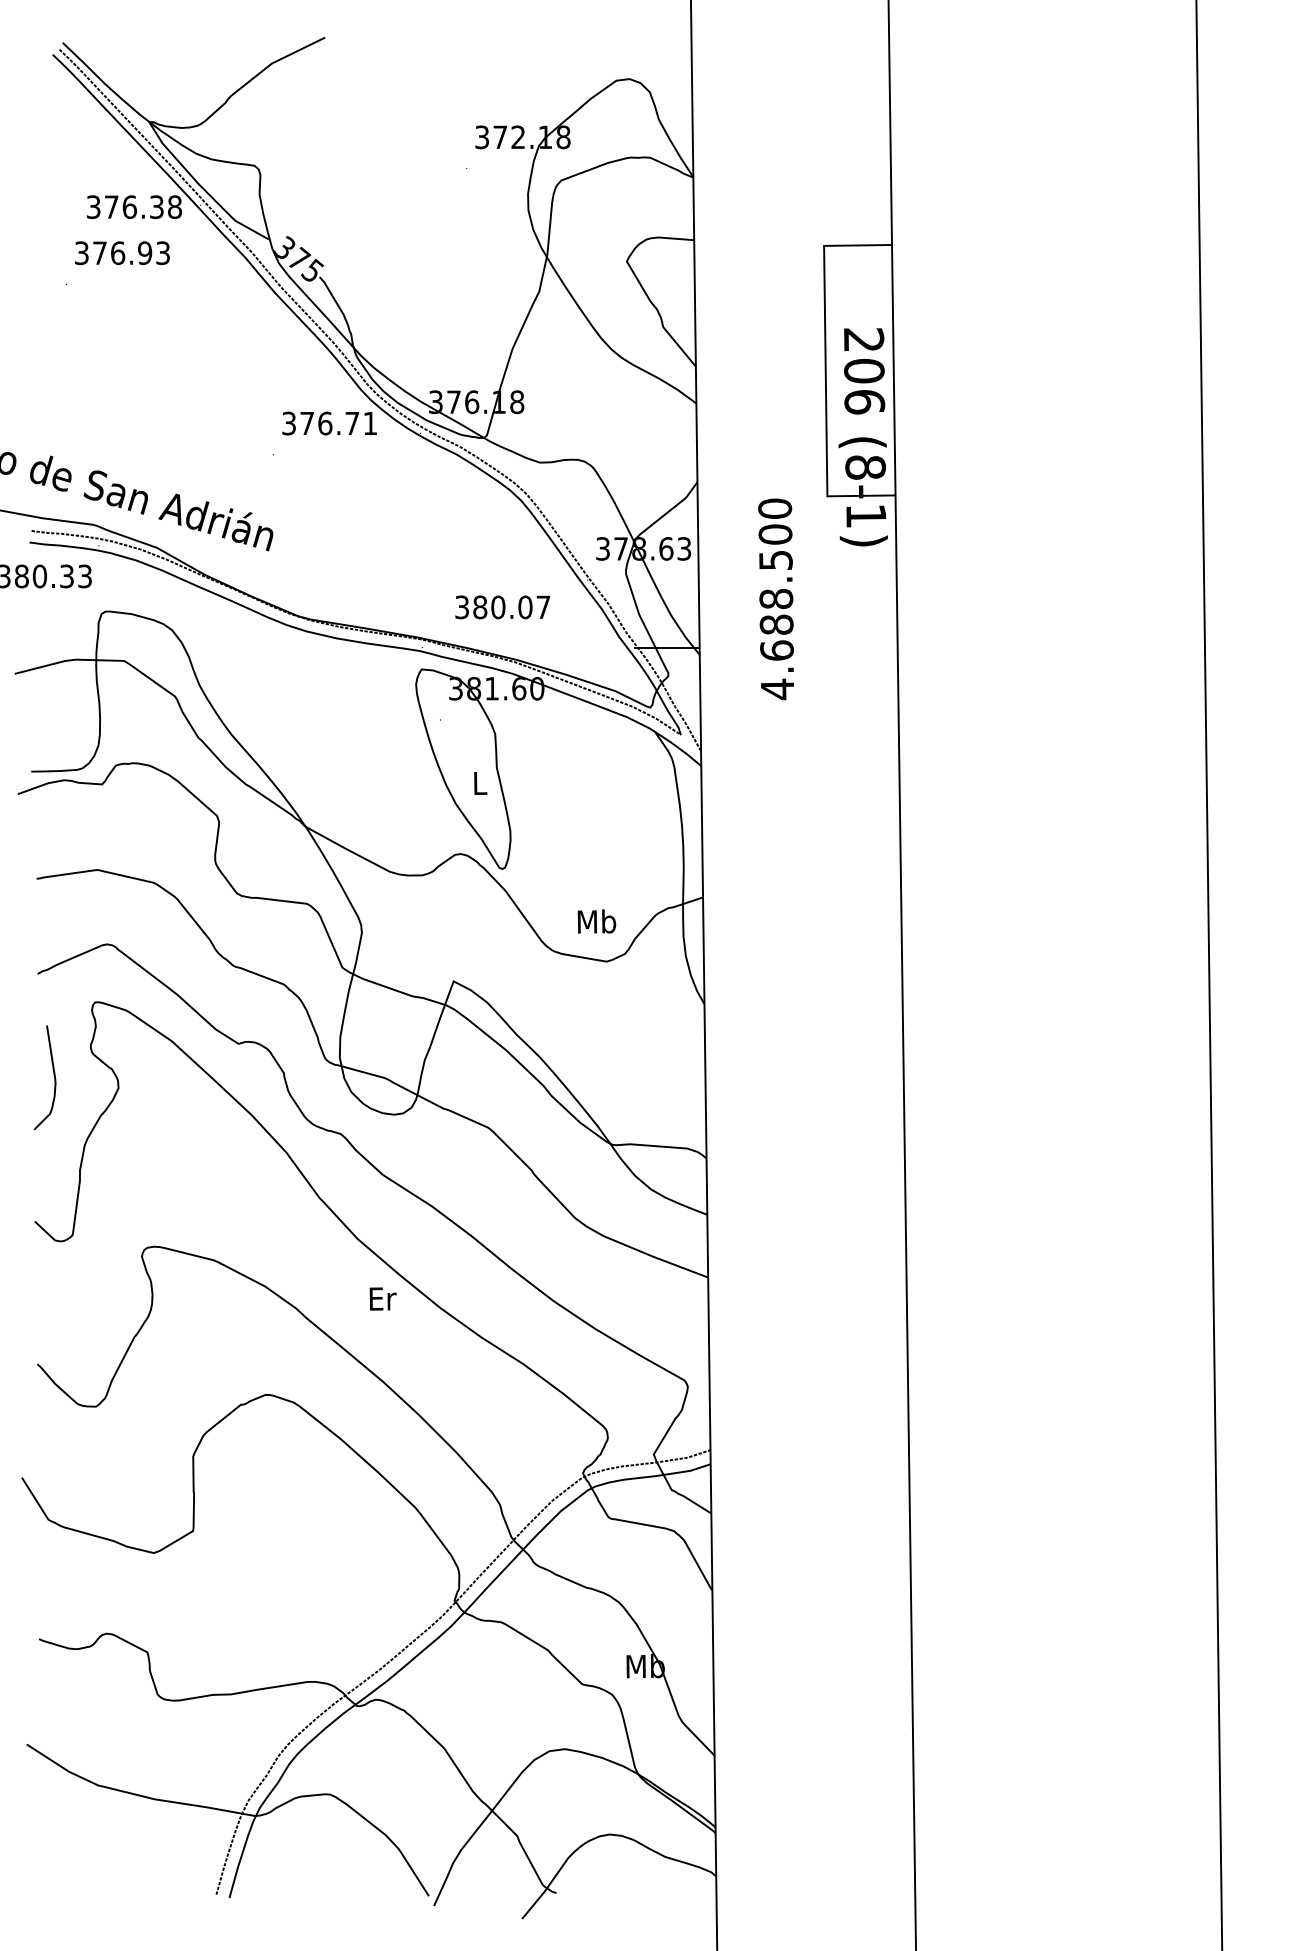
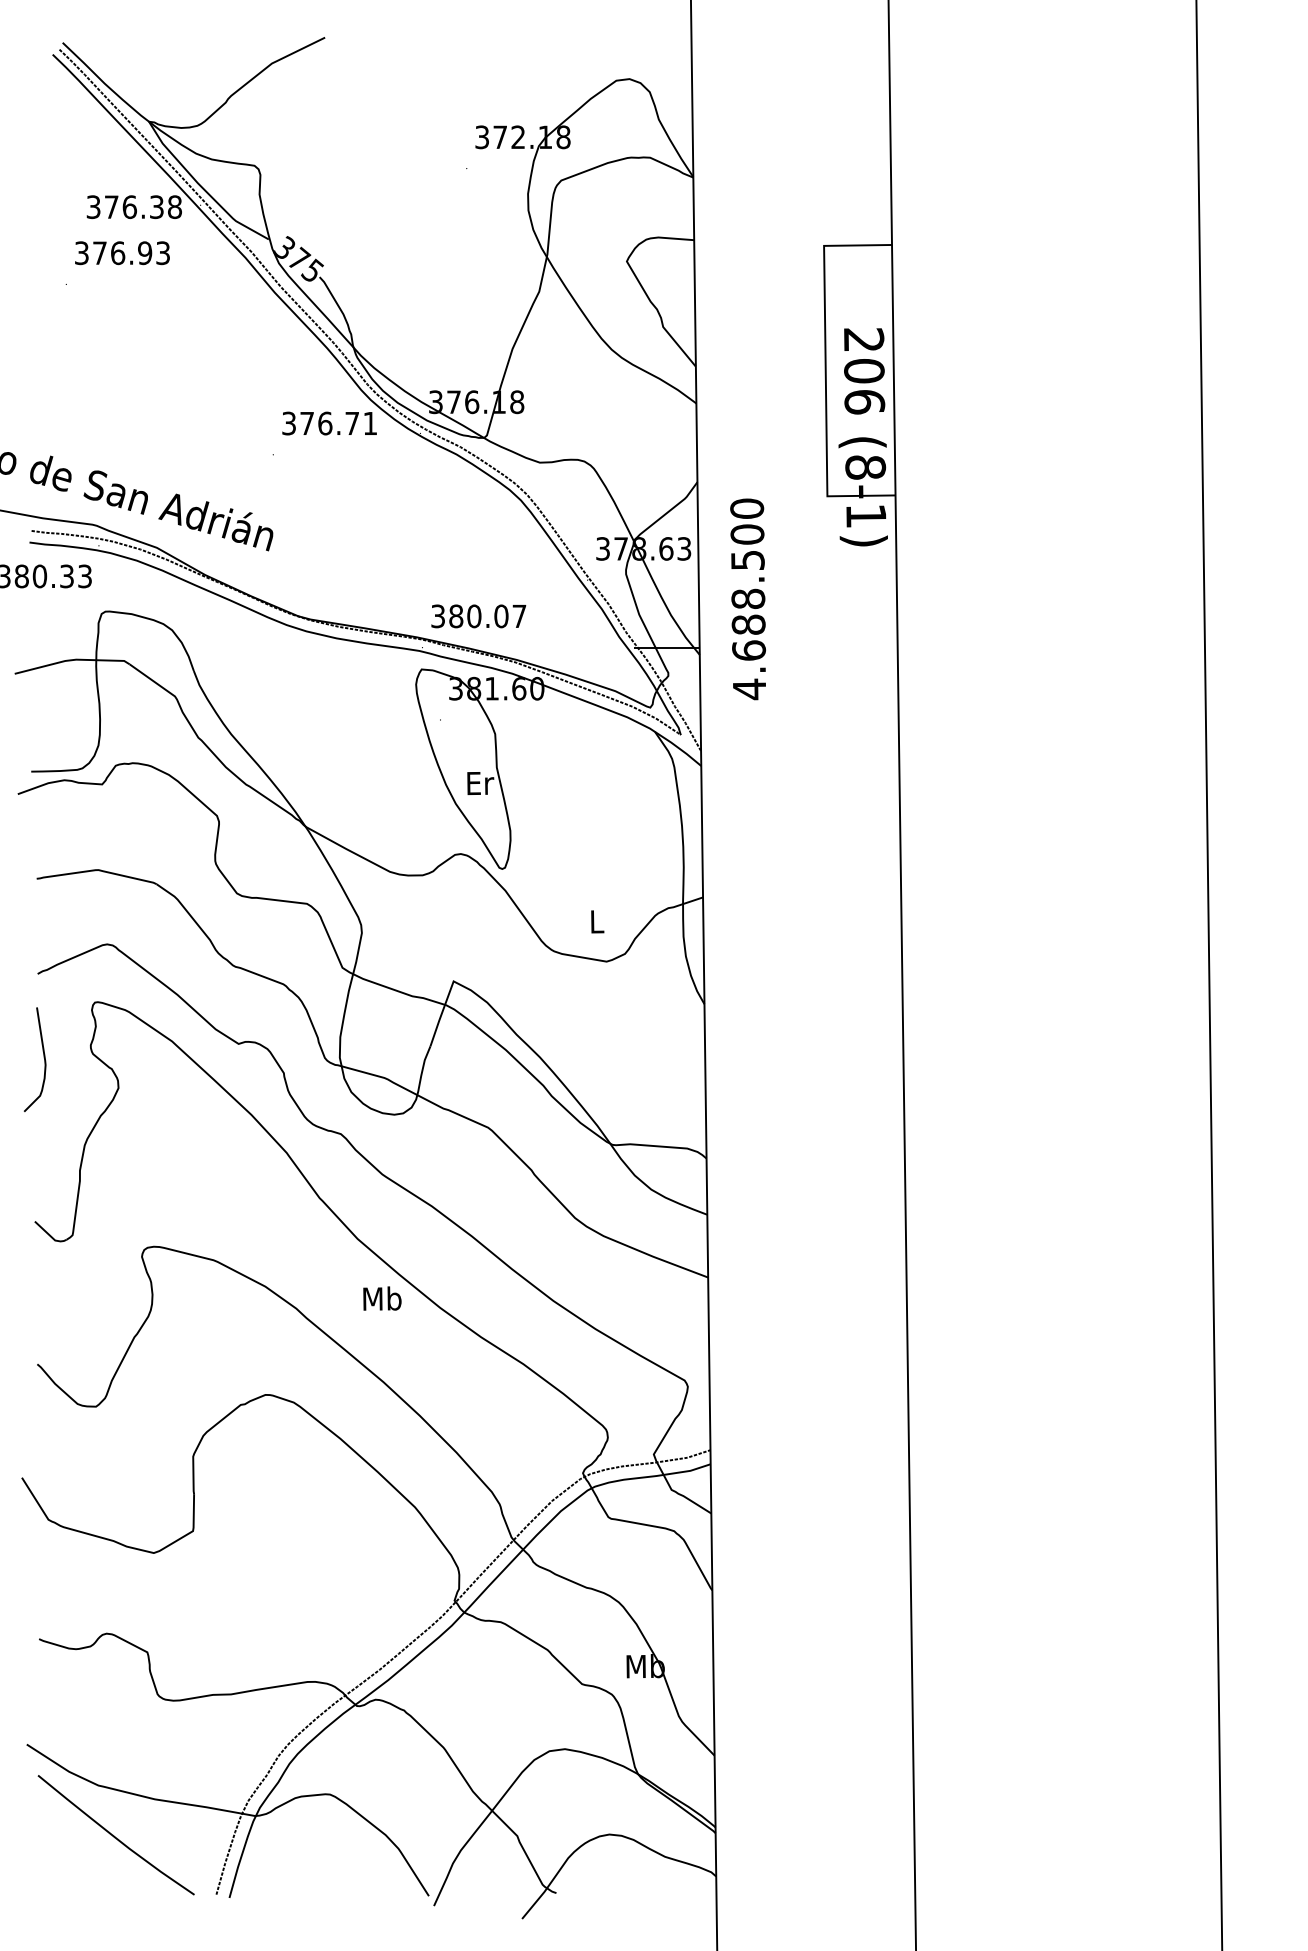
text at (775, 599) position: (775, 599) -> (747, 599)
text at (502, 607) position: (502, 607) -> (478, 616)
text at (480, 783): L -> Er
text at (596, 921): Mb -> L
curve at (53, 1075) position: (53, 1075) -> (43, 1057)
text at (382, 1298): Er -> Mb
curve at (114, 1835): none -> present
